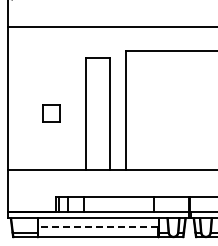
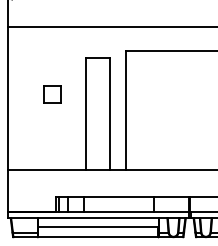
part at (51, 113) position: (51, 113) -> (52, 94)
line at (97, 227): dashed -> solid
